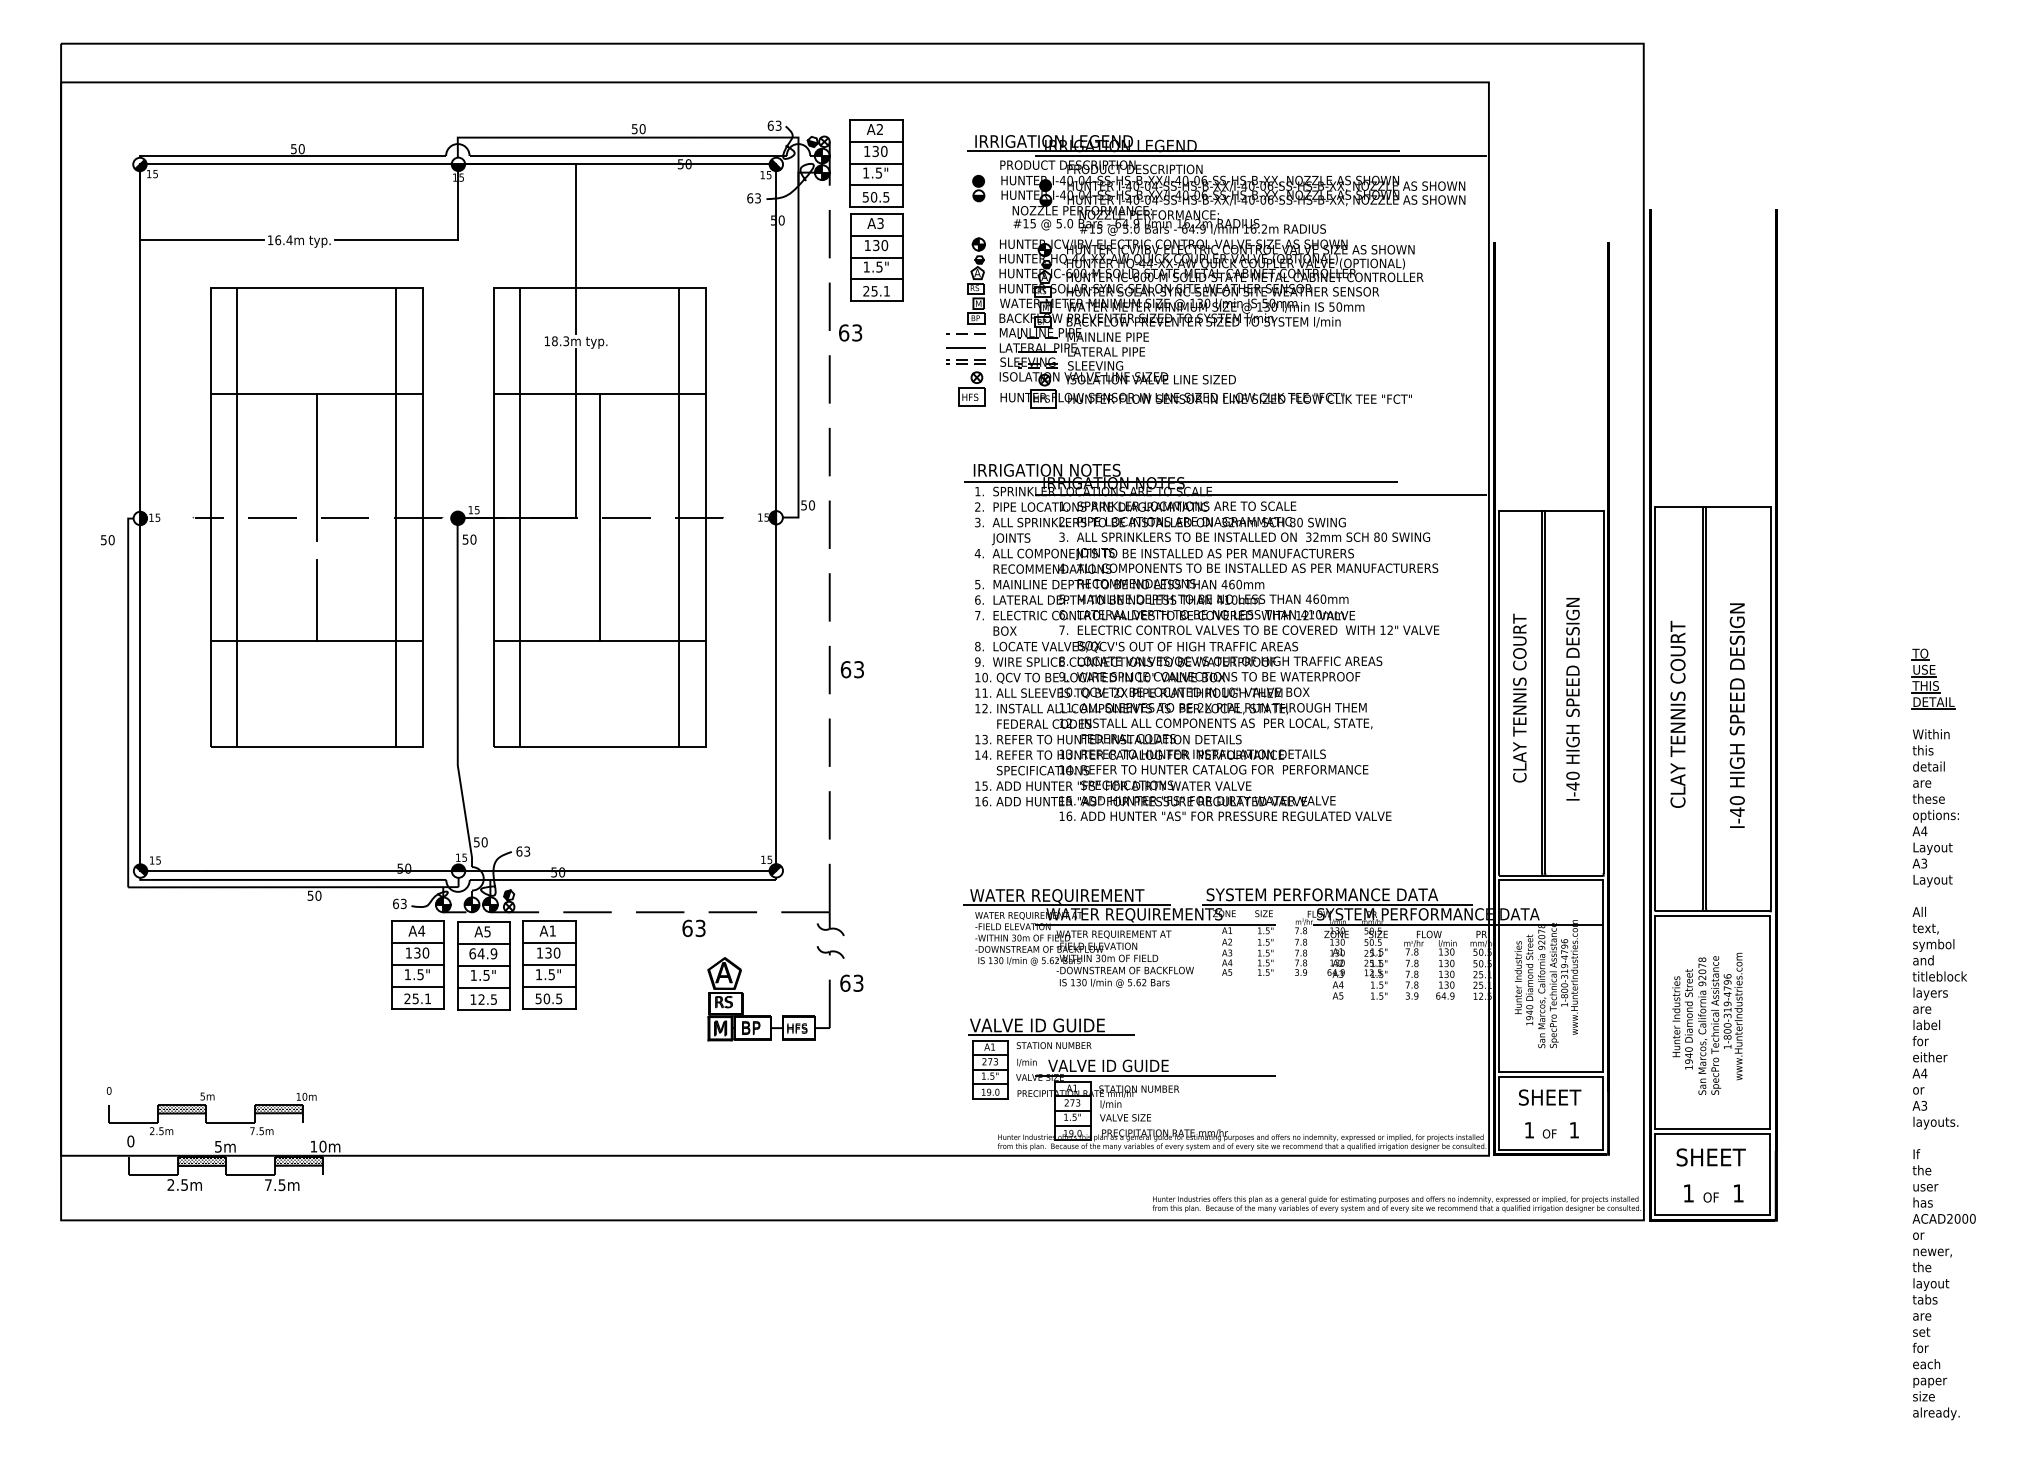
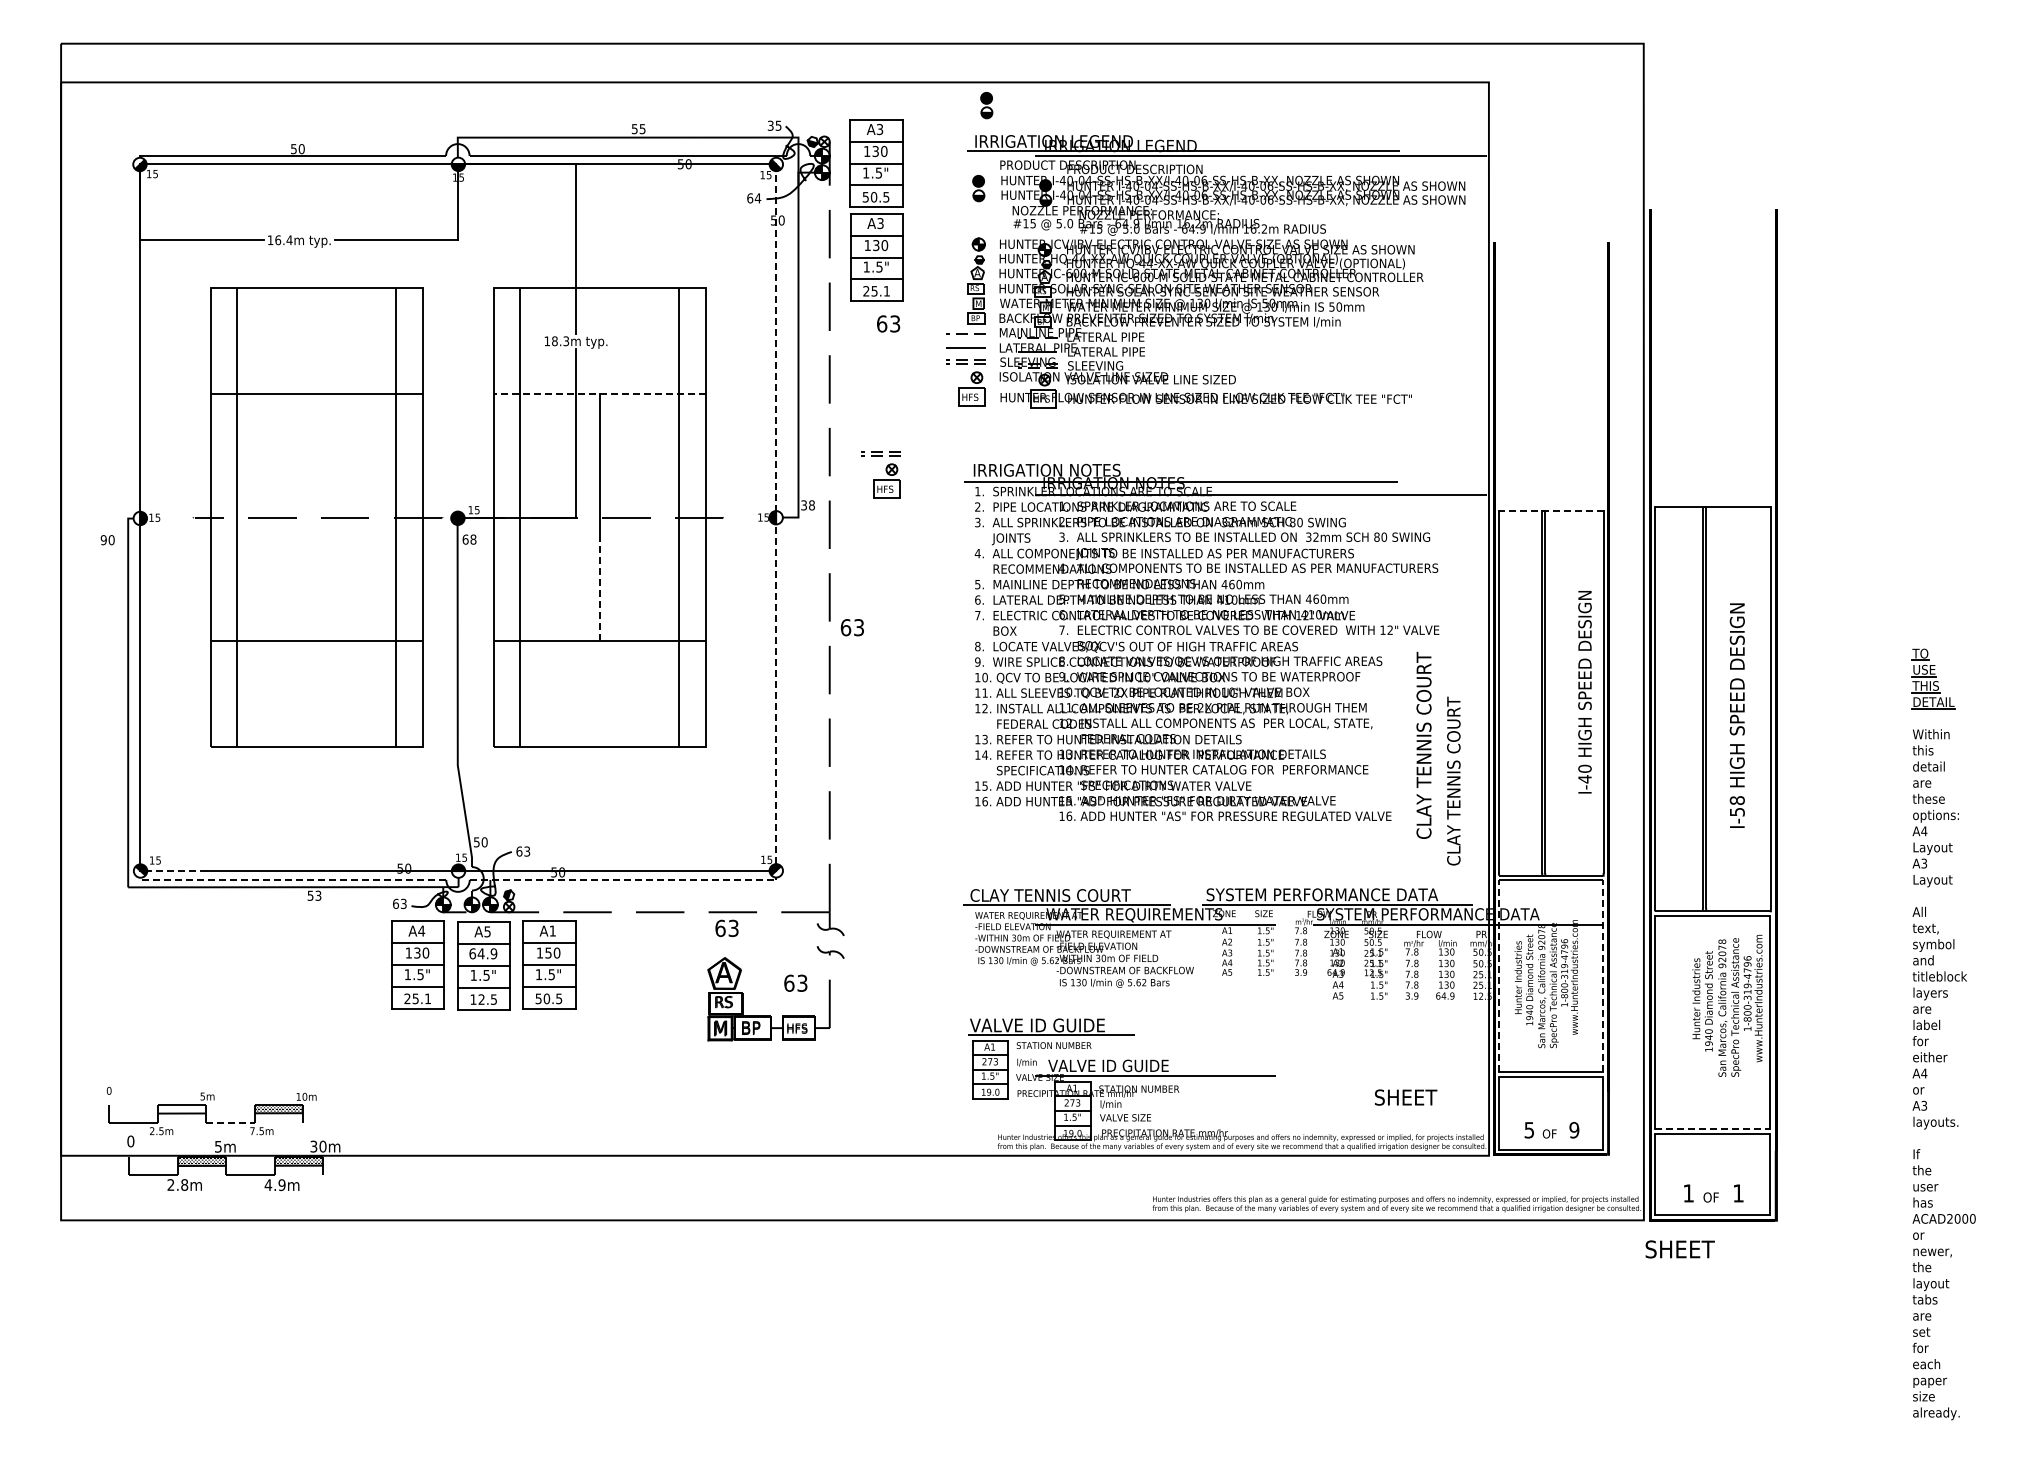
part at (986, 105): none -> present
text at (774, 125): 63 -> 35
text at (642, 129): 50 -> 55
text at (879, 129): A2 -> A3
text at (757, 198): 63 -> 64
text at (850, 332) position: (850, 332) -> (888, 323)
text at (1108, 336): MAINLINE PIPE -> LATERAL PIPE
line at (599, 393): solid -> dashed
line at (317, 467): present -> none
part at (880, 474): none -> present
text at (808, 505): 50 -> 38
line at (1550, 510): solid -> dashed
line at (776, 518): solid -> dashed
text at (103, 539): 50 -> 90
text at (469, 539): 50 -> 68
line at (599, 591): solid -> dashed
line at (317, 600): present -> none
text at (851, 669) position: (851, 669) -> (851, 627)
text at (1519, 697) position: (1519, 697) -> (1453, 780)
text at (1572, 699) position: (1572, 699) -> (1584, 692)
text at (1677, 713) position: (1677, 713) -> (1423, 744)
text at (1737, 806): I-40 -> I-58
line at (173, 870): solid -> dashed
line at (290, 879): solid -> dashed
line at (623, 879): solid -> dashed
text at (318, 895): 50 -> 53
text at (1057, 896): WATER REQUIREMENT -> CLAY TENNIS COURT
text at (693, 928) position: (693, 928) -> (726, 928)
text at (548, 951): 130 -> 150
line at (1499, 975): solid -> dashed
line at (1602, 975): solid -> dashed
text at (851, 982) position: (851, 982) -> (795, 982)
text at (1707, 1023) position: (1707, 1023) -> (1727, 1005)
text at (1550, 1097) position: (1550, 1097) -> (1406, 1097)
hatch at (182, 1109): present -> none
line at (230, 1122): solid -> dashed
line at (1712, 1129): solid -> dashed
text at (1528, 1130): 1 -> 5
text at (1574, 1130): 1 -> 9
text at (313, 1146): 10m -> 30m
text at (1710, 1157) position: (1710, 1157) -> (1679, 1249)
text at (184, 1184): 2.5m -> 2.8m
text at (274, 1184): 7.5m -> 4.9m
